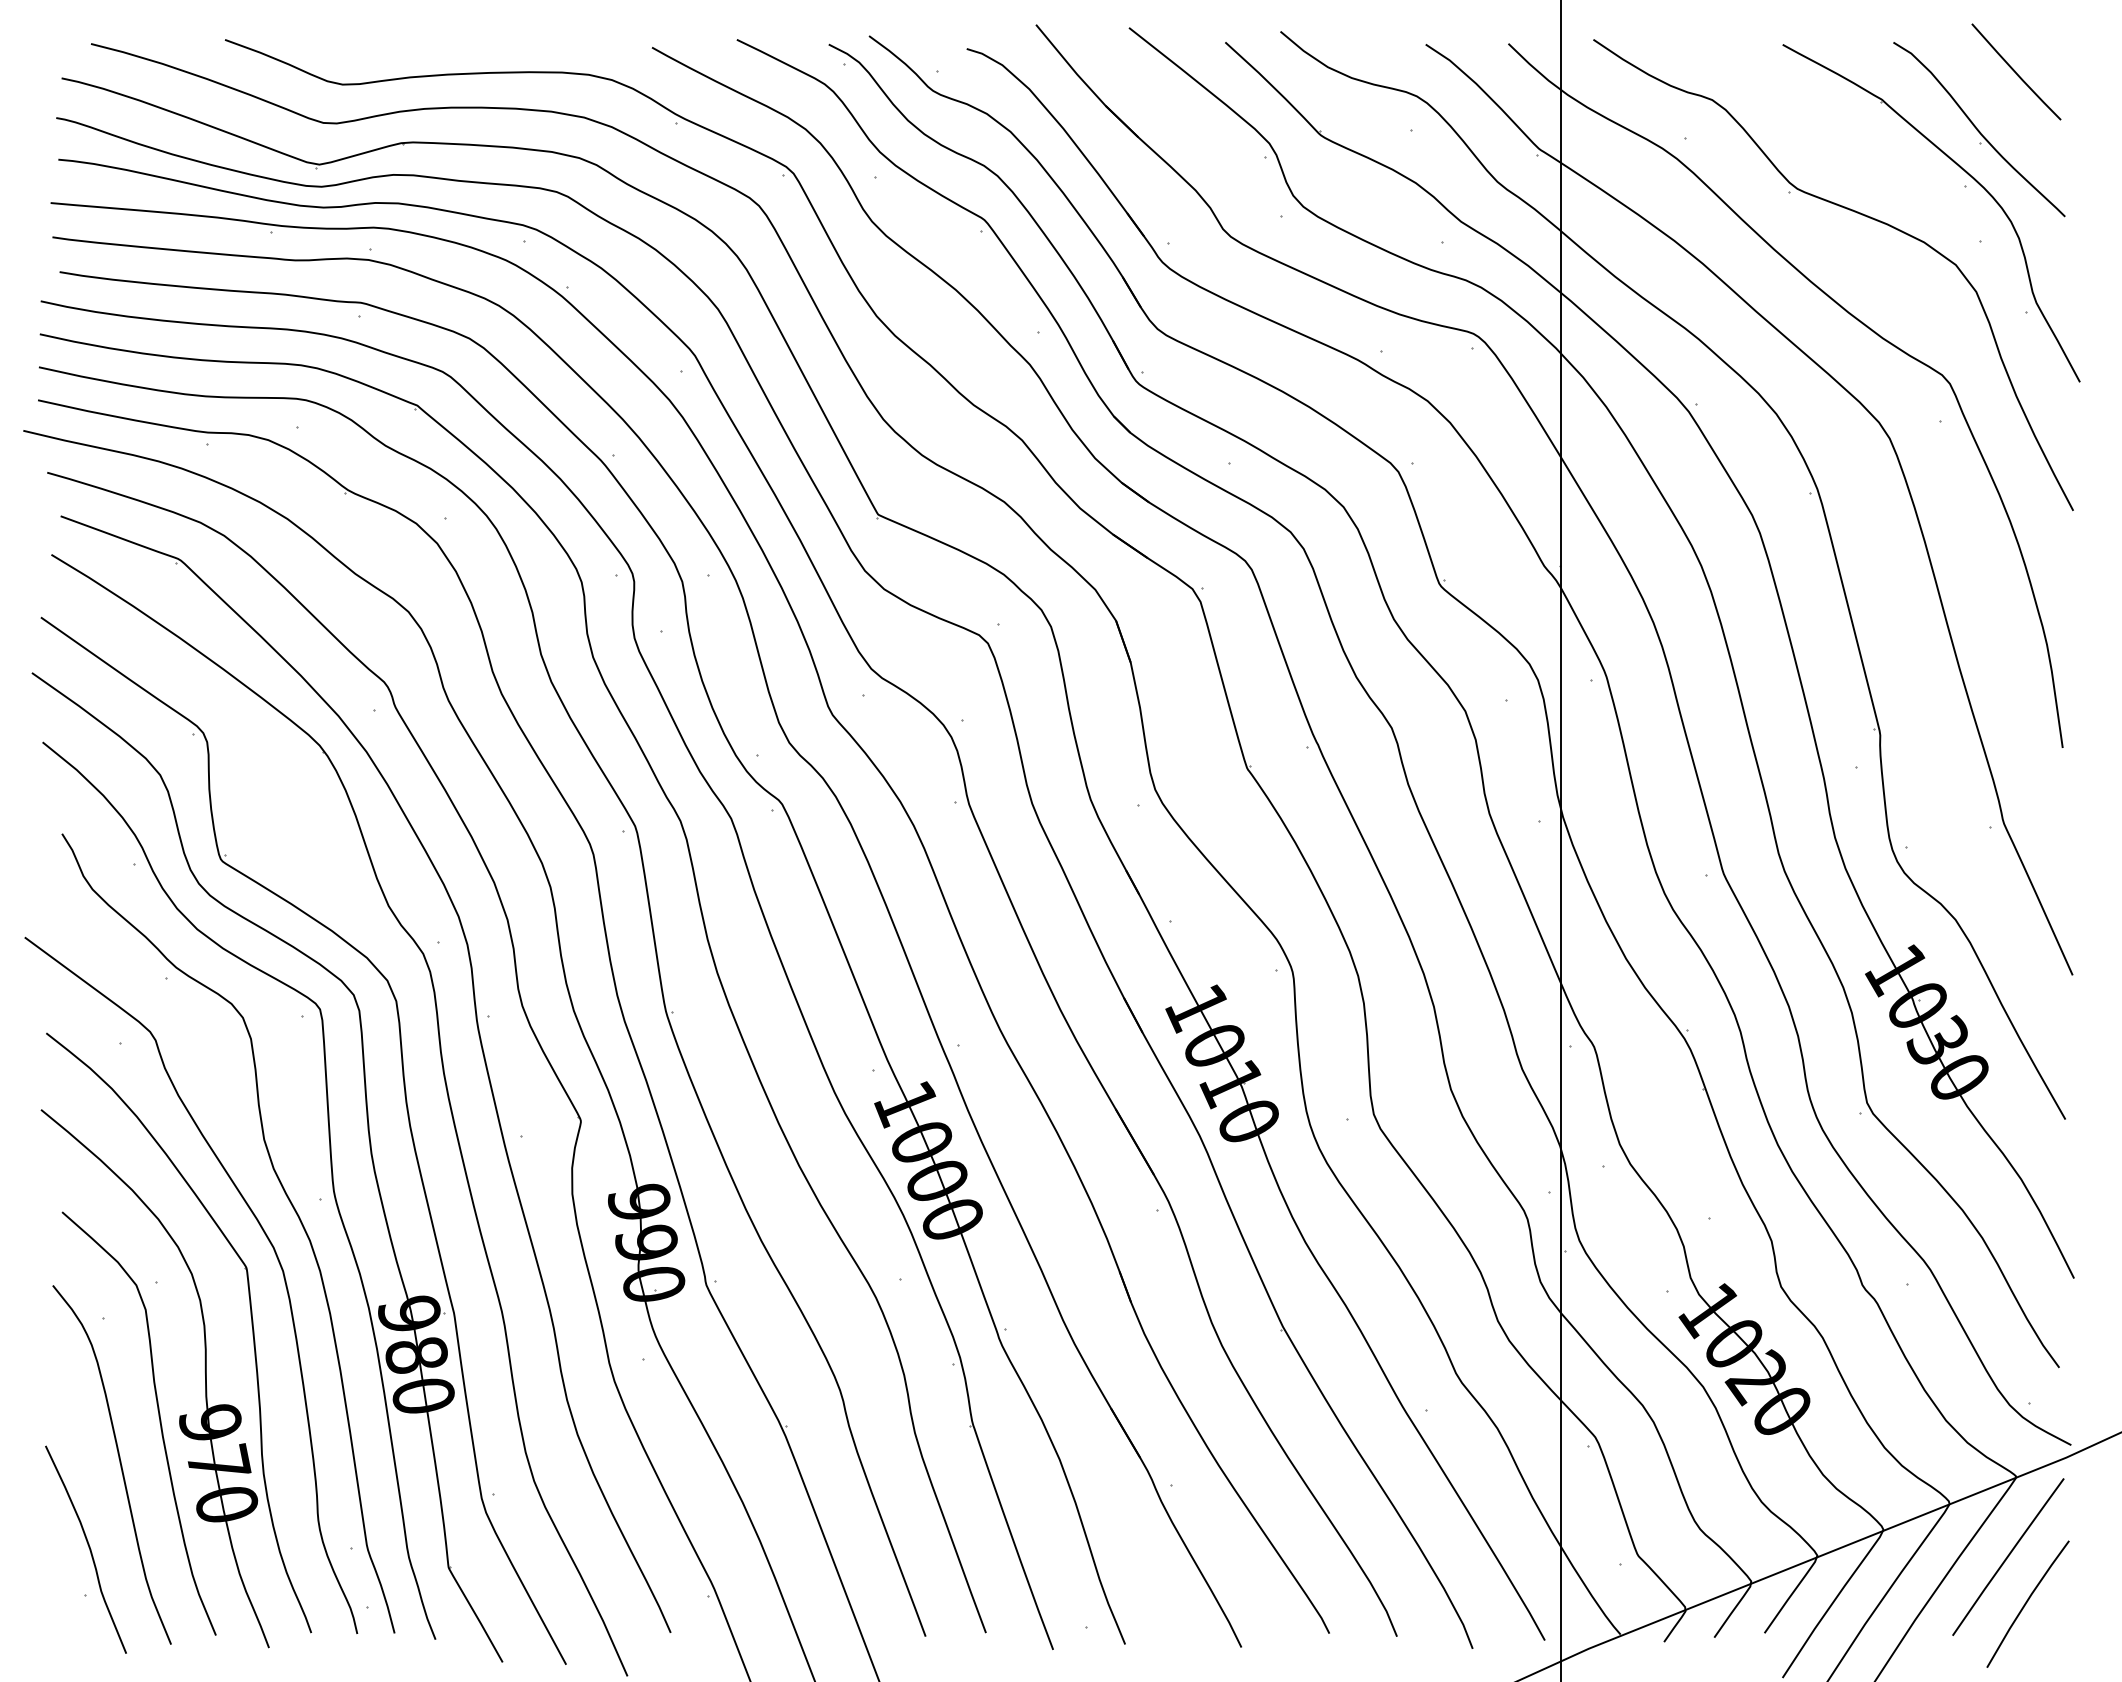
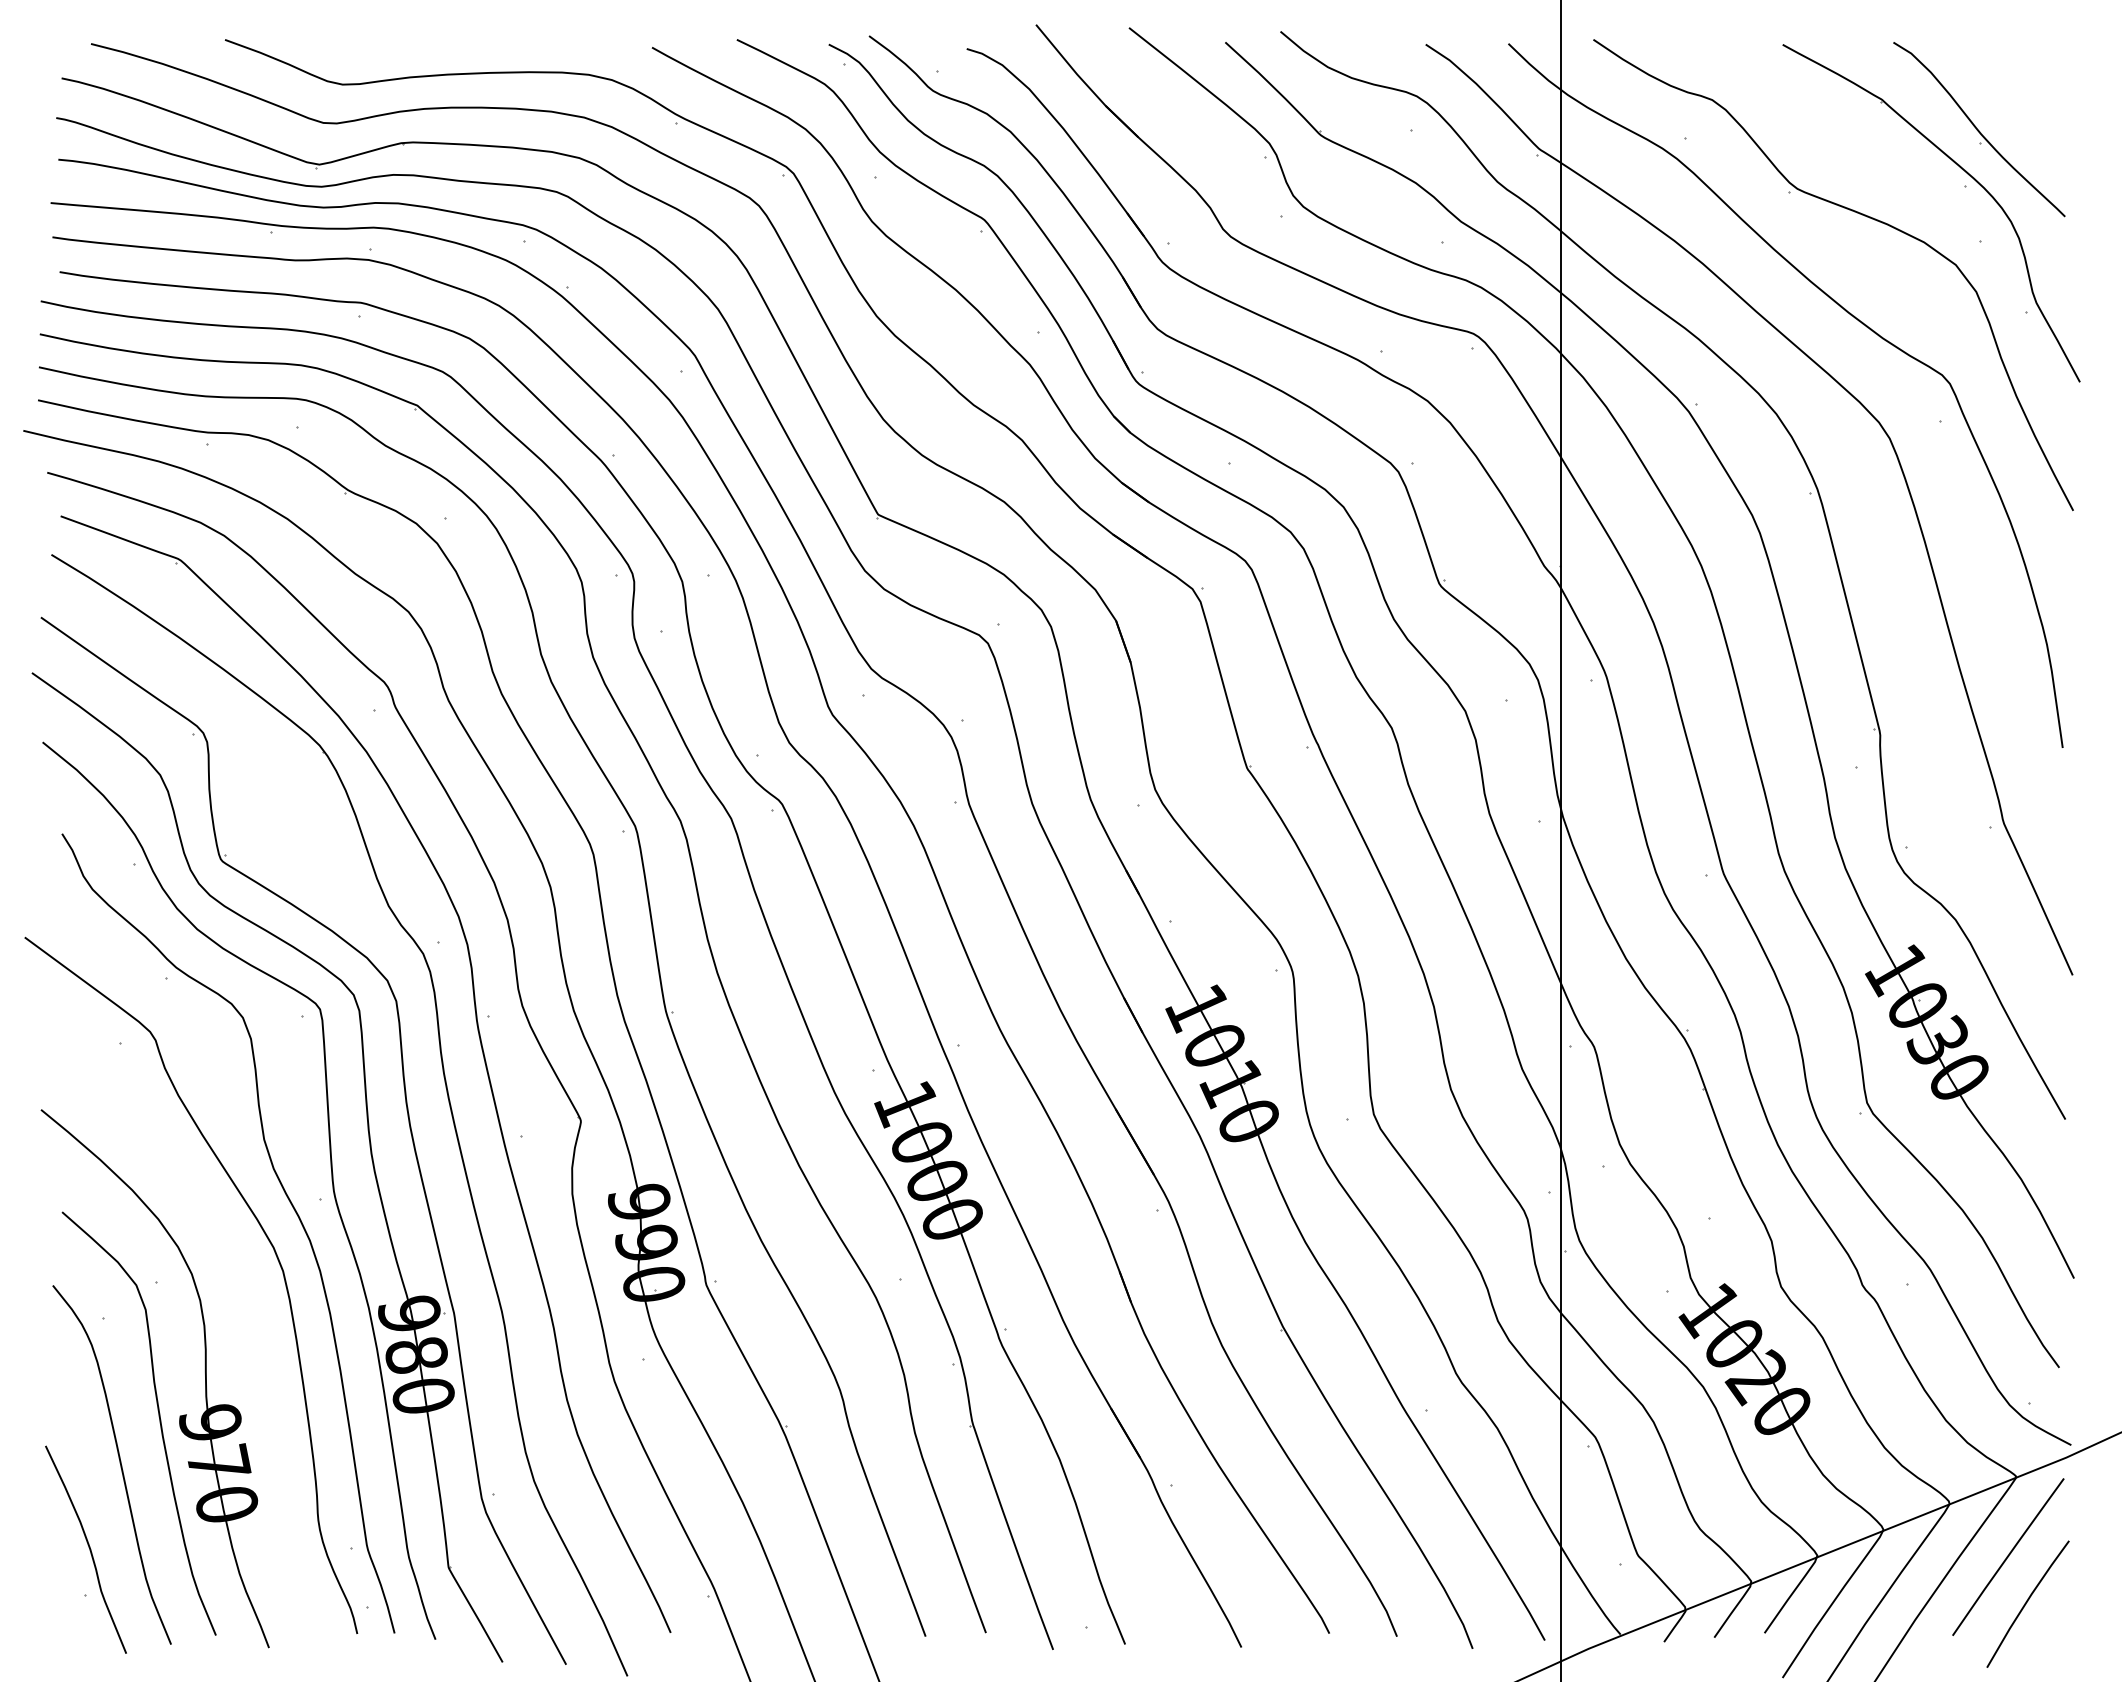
line at (2015, 71): present -> none
part at (251, 1325): present -> none
